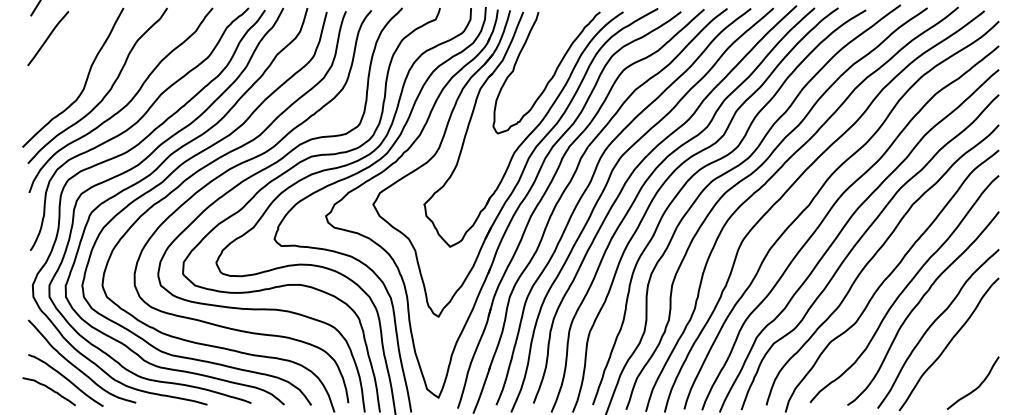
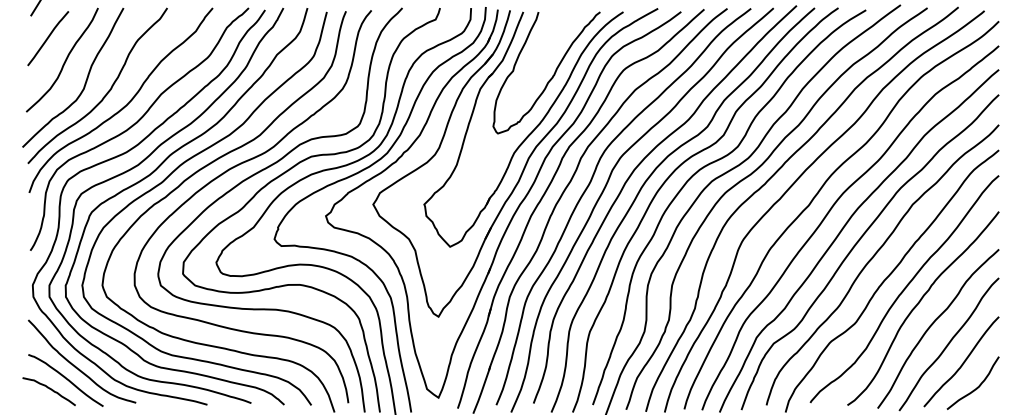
curve at (64, 60): none -> present
curve at (962, 362): none -> present
